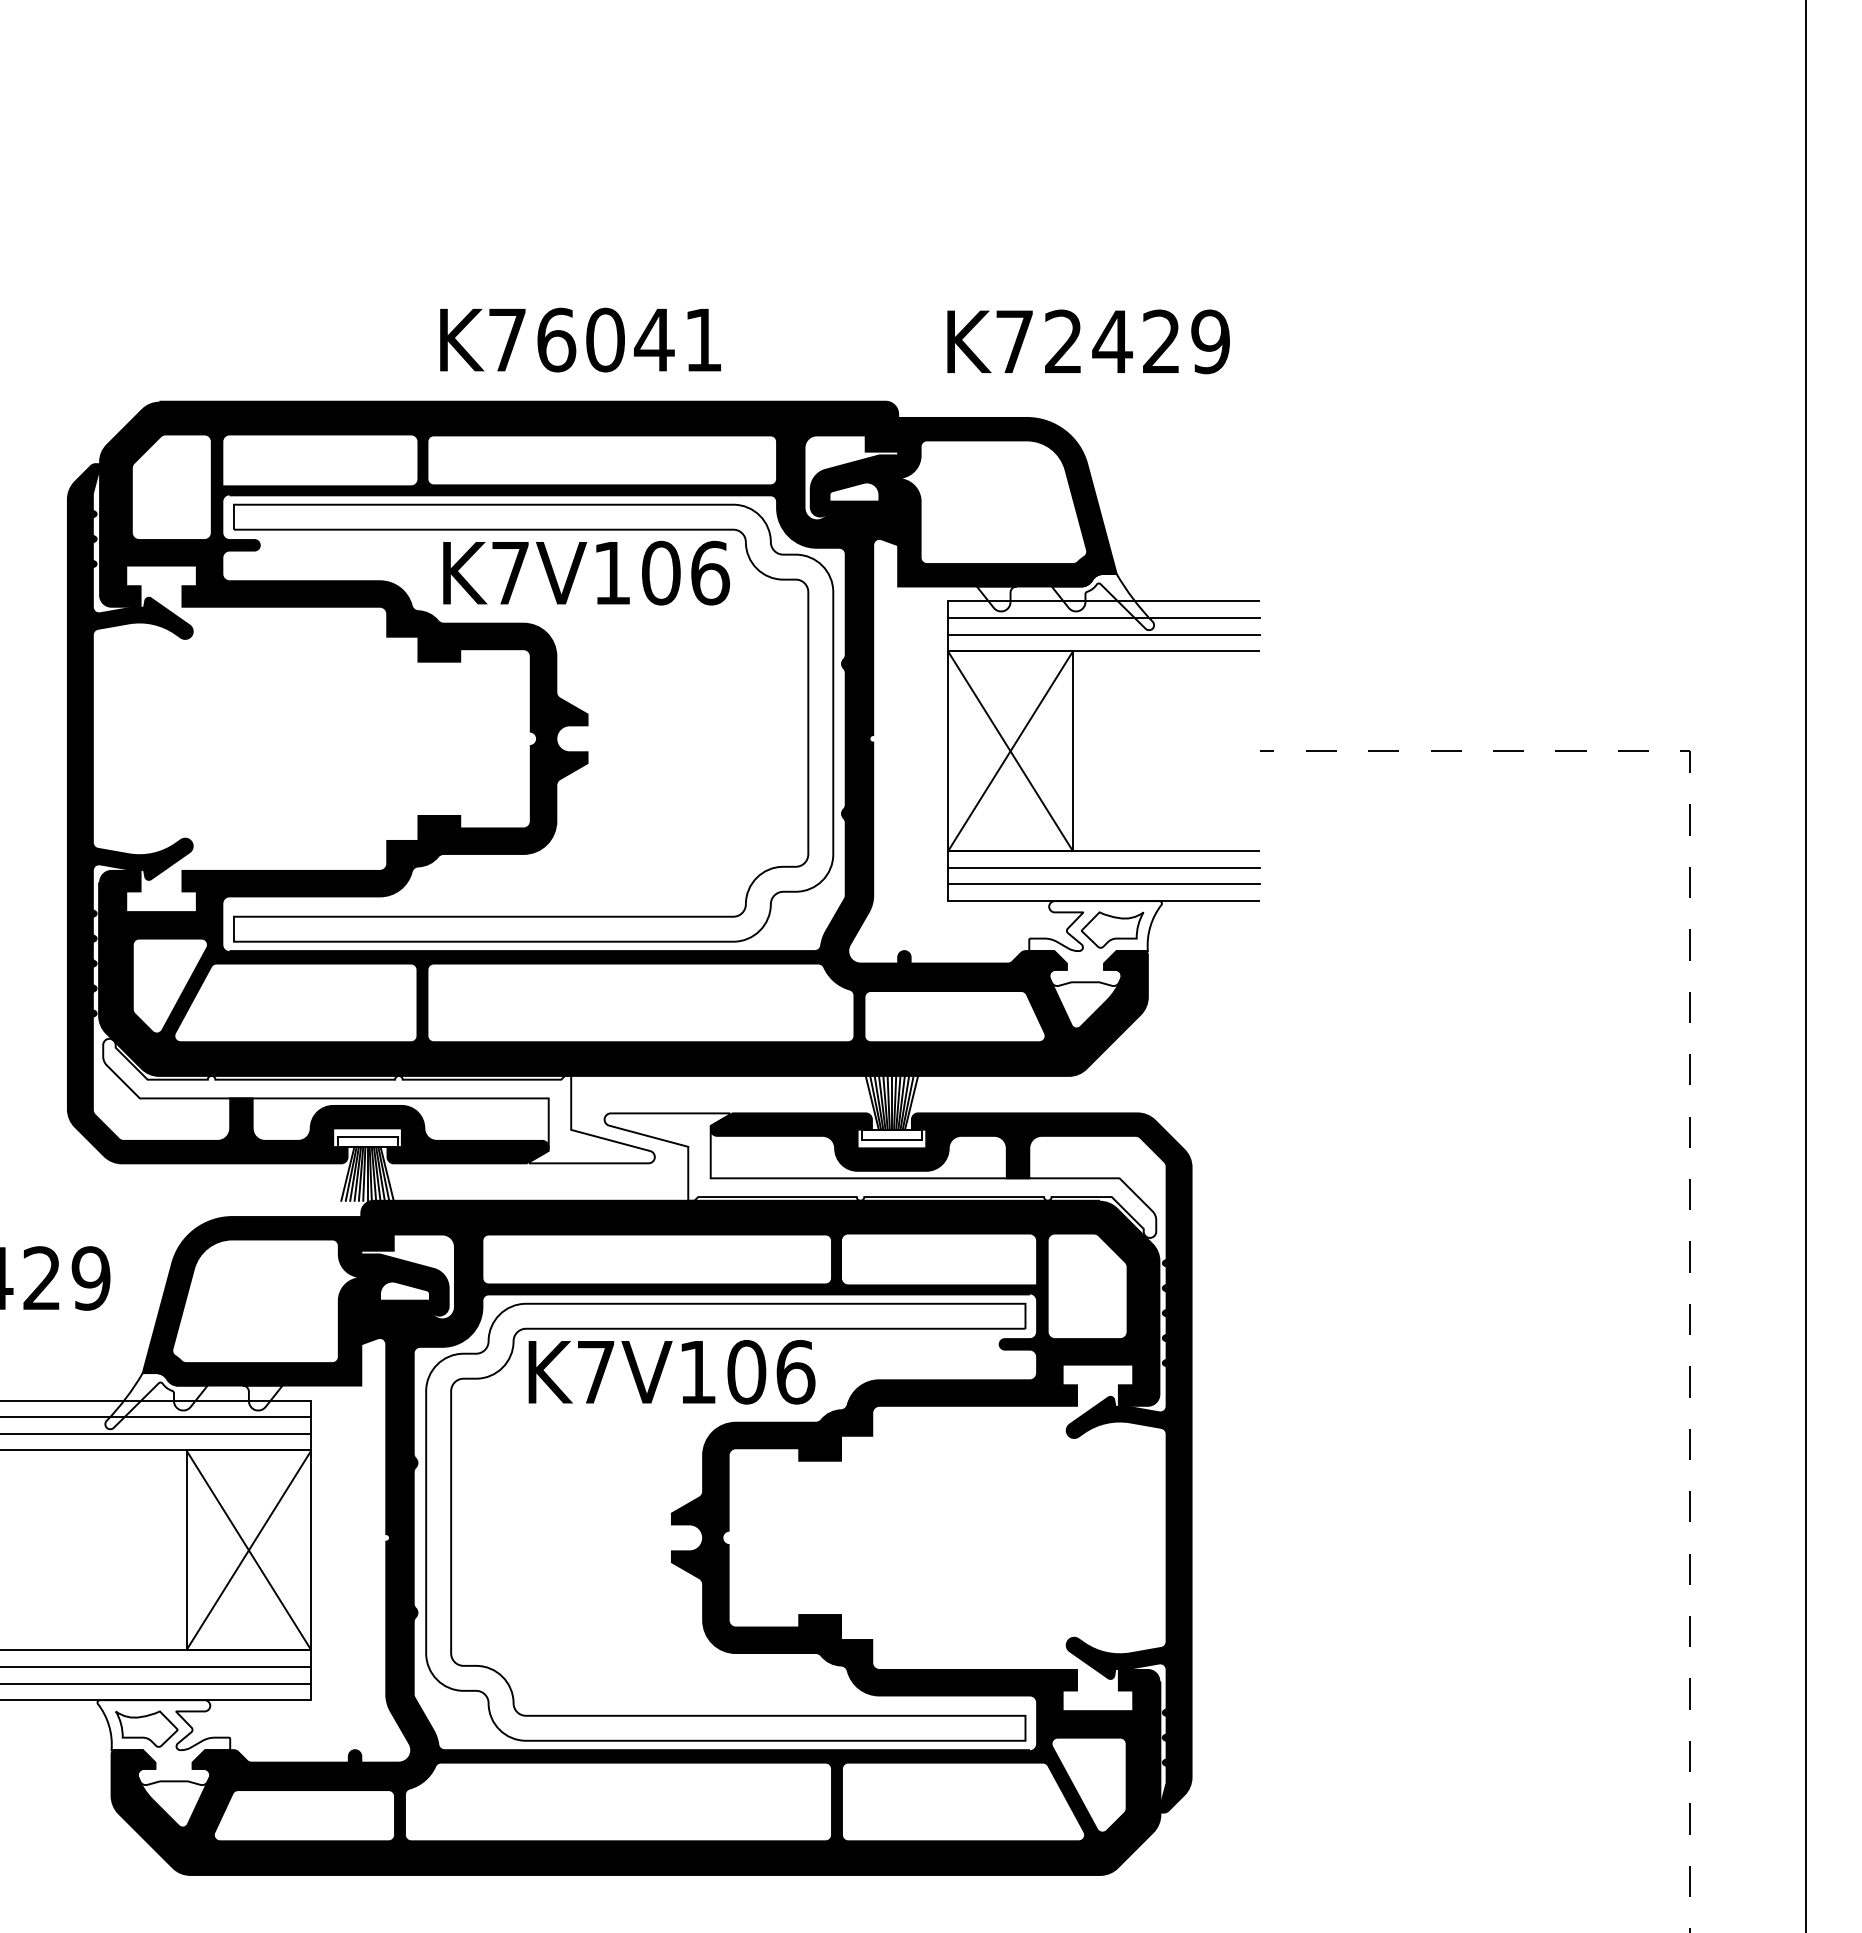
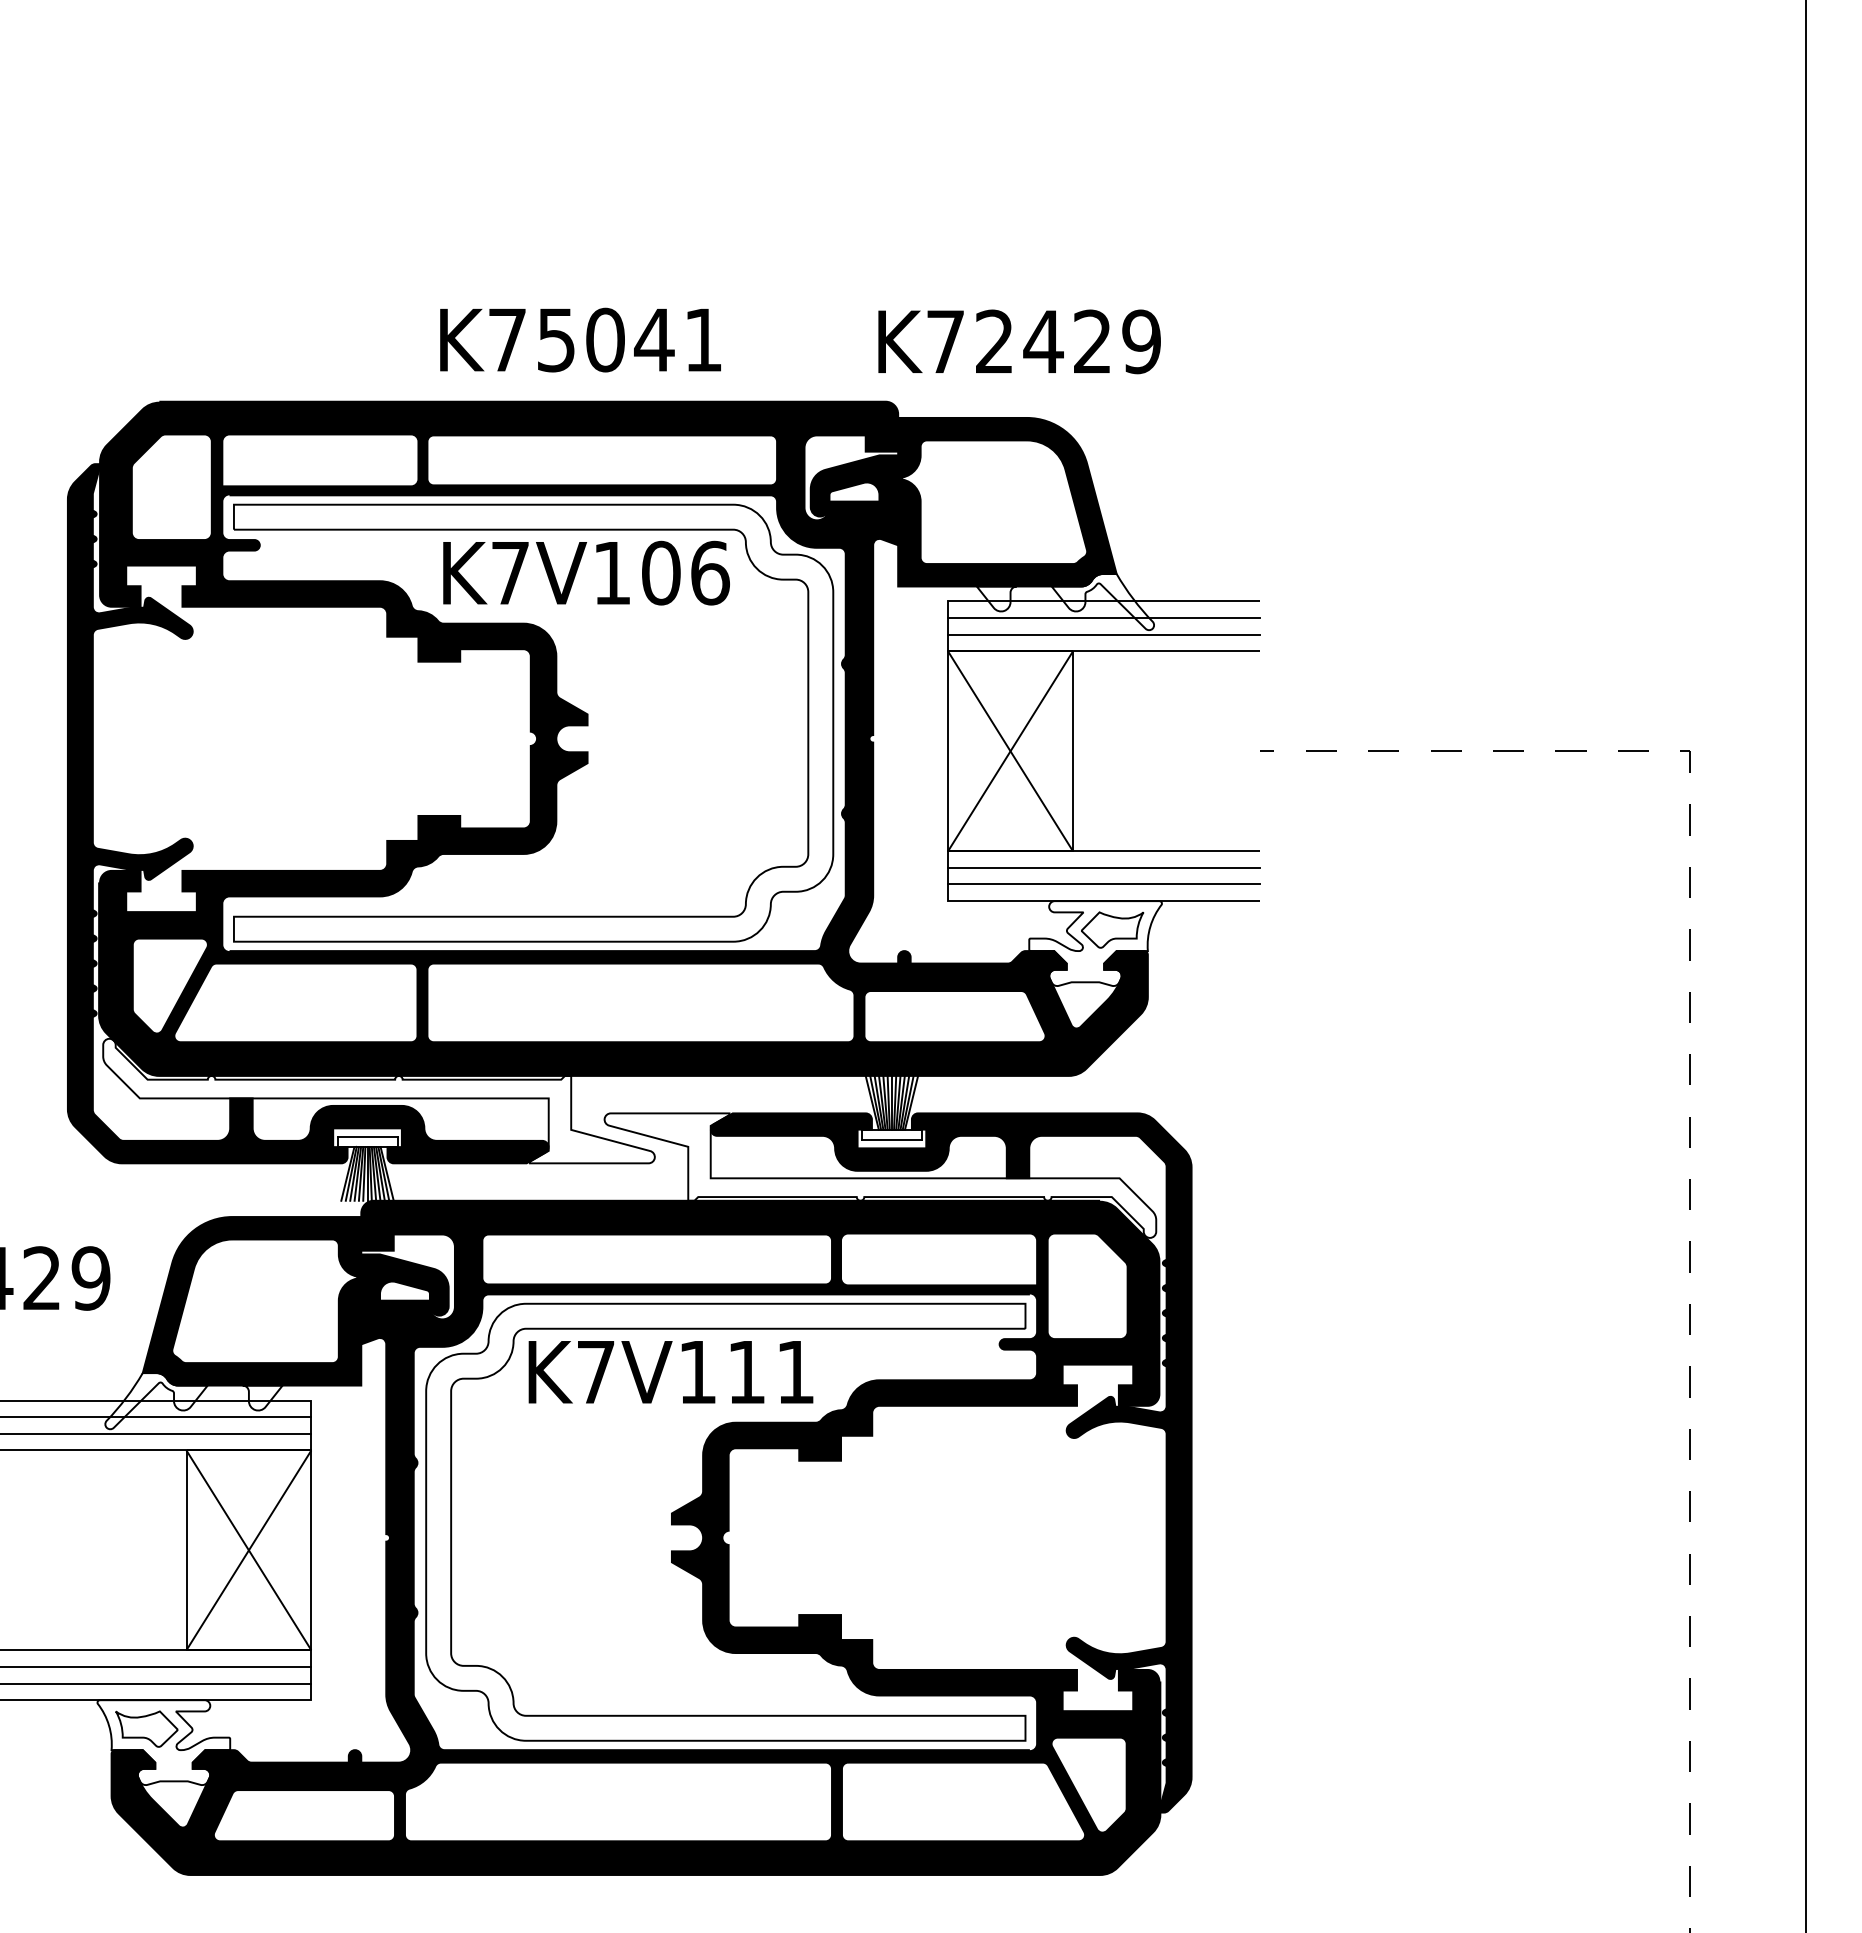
text at (556, 339): K76041 -> K75041
text at (1088, 341) position: (1088, 341) -> (1019, 341)
text at (771, 1372): K7V106 -> K7V111
